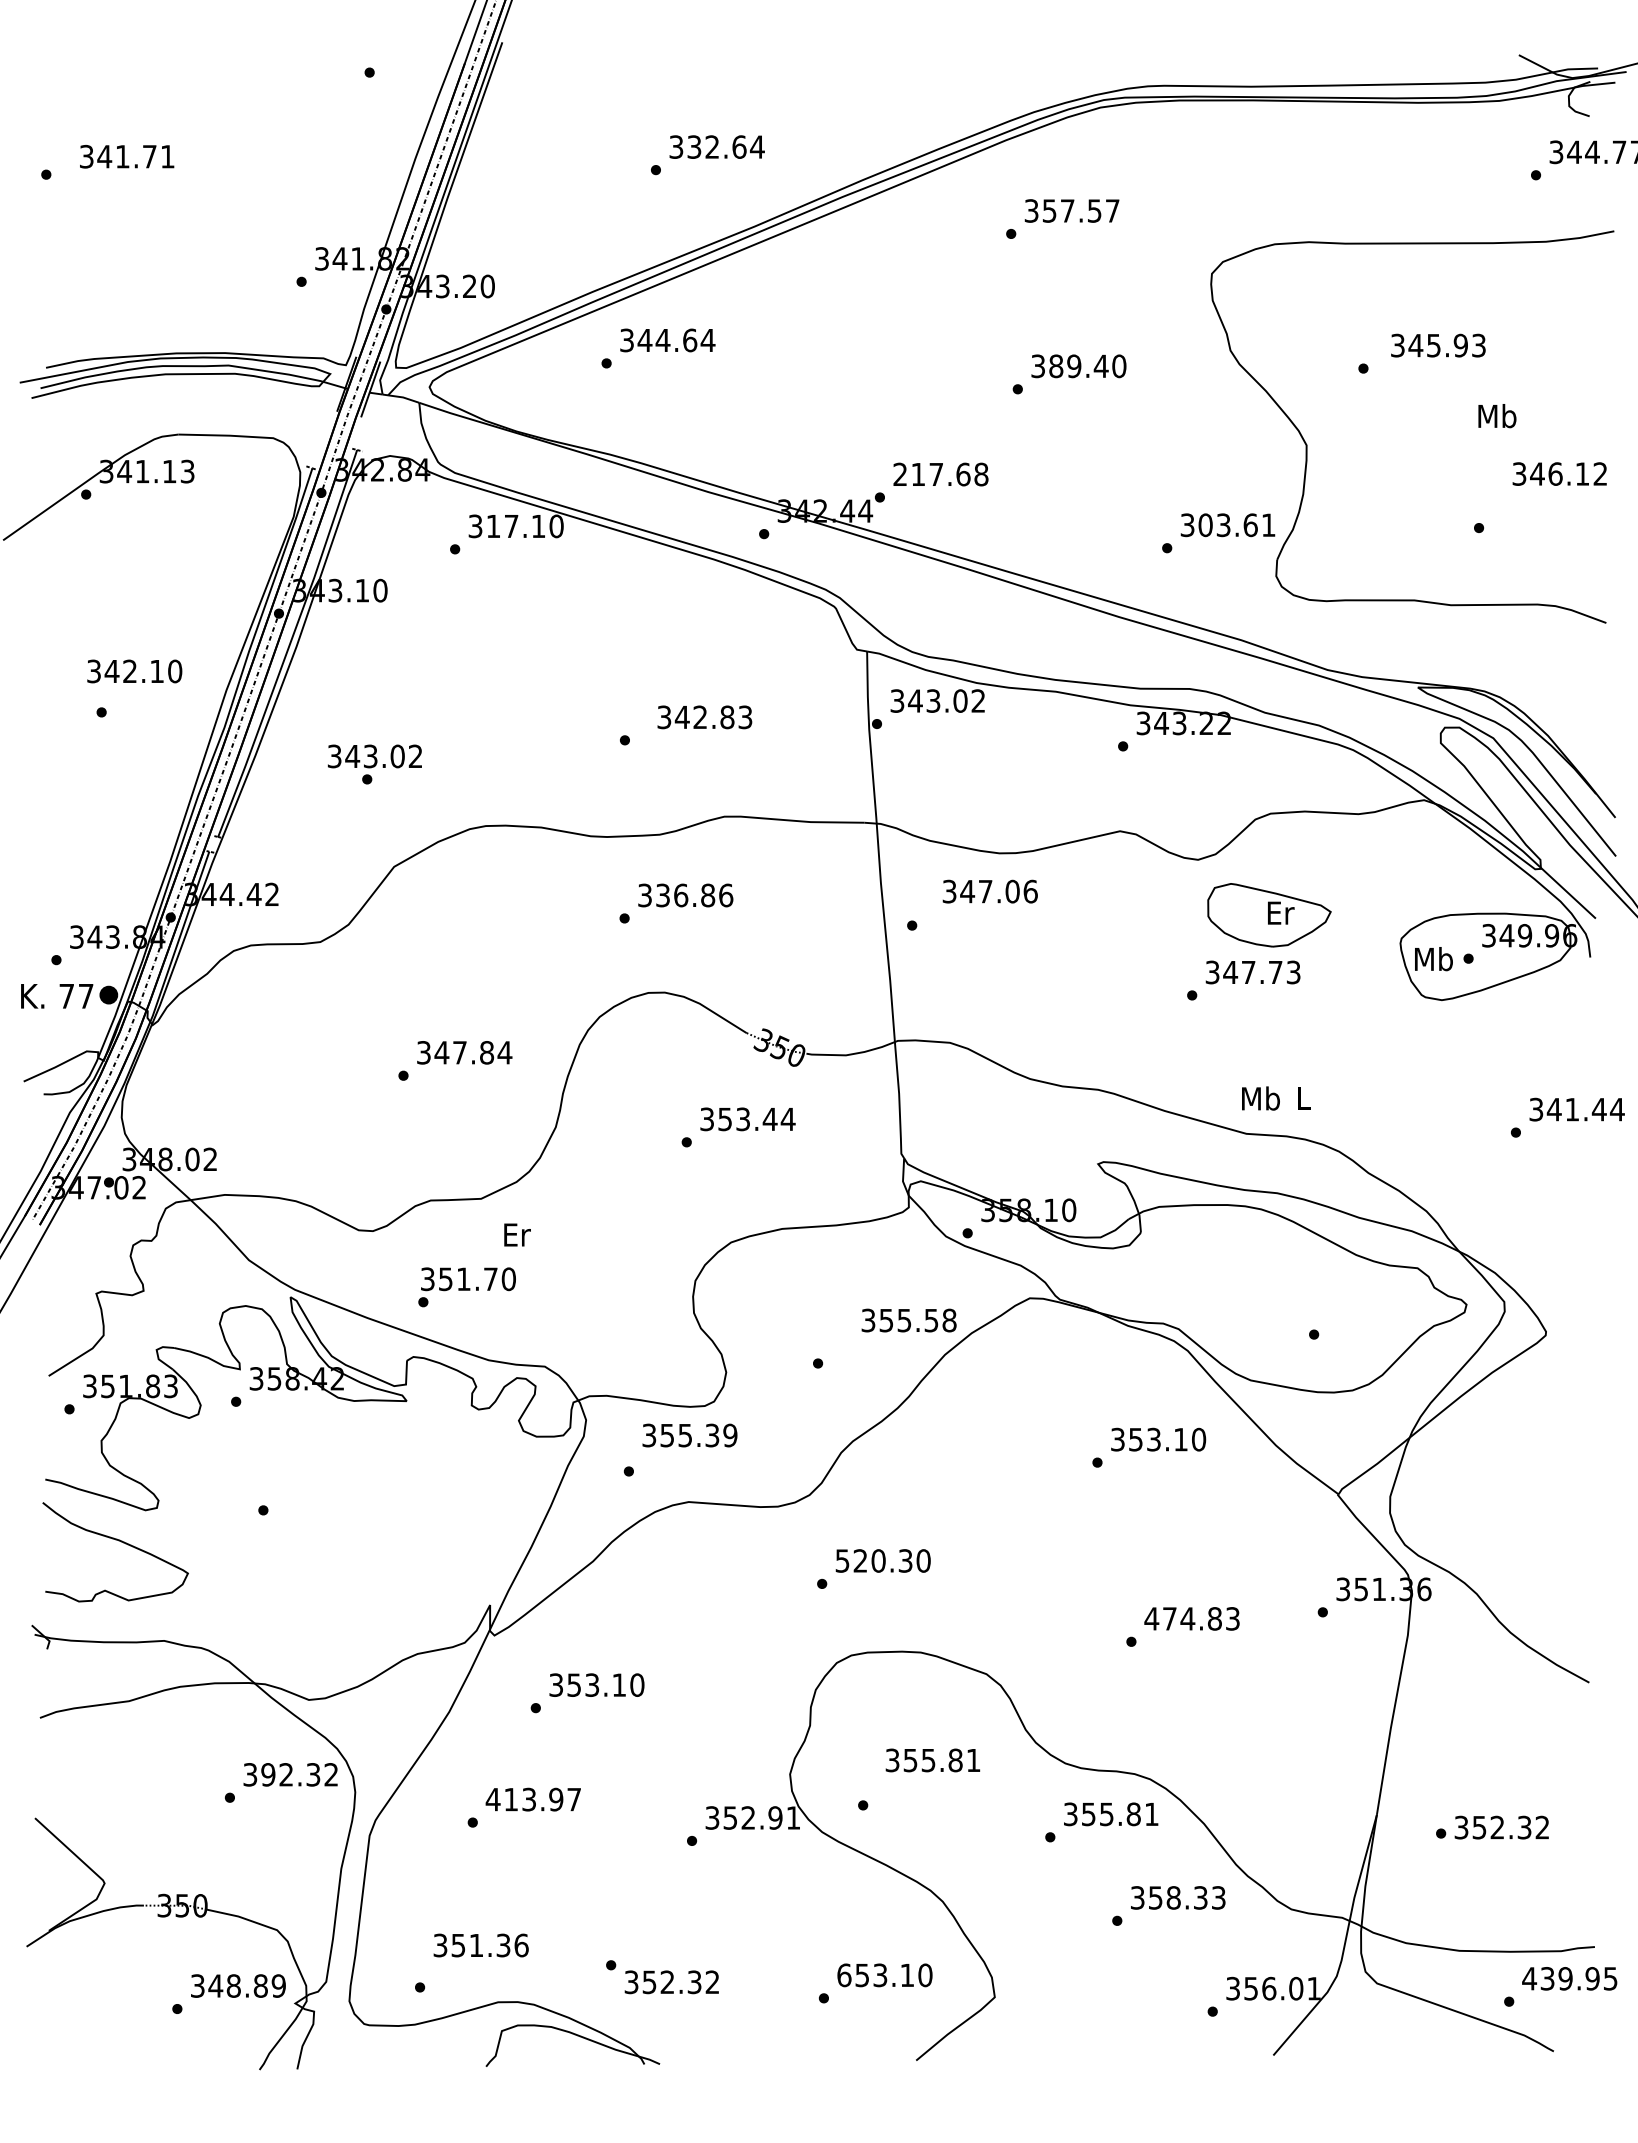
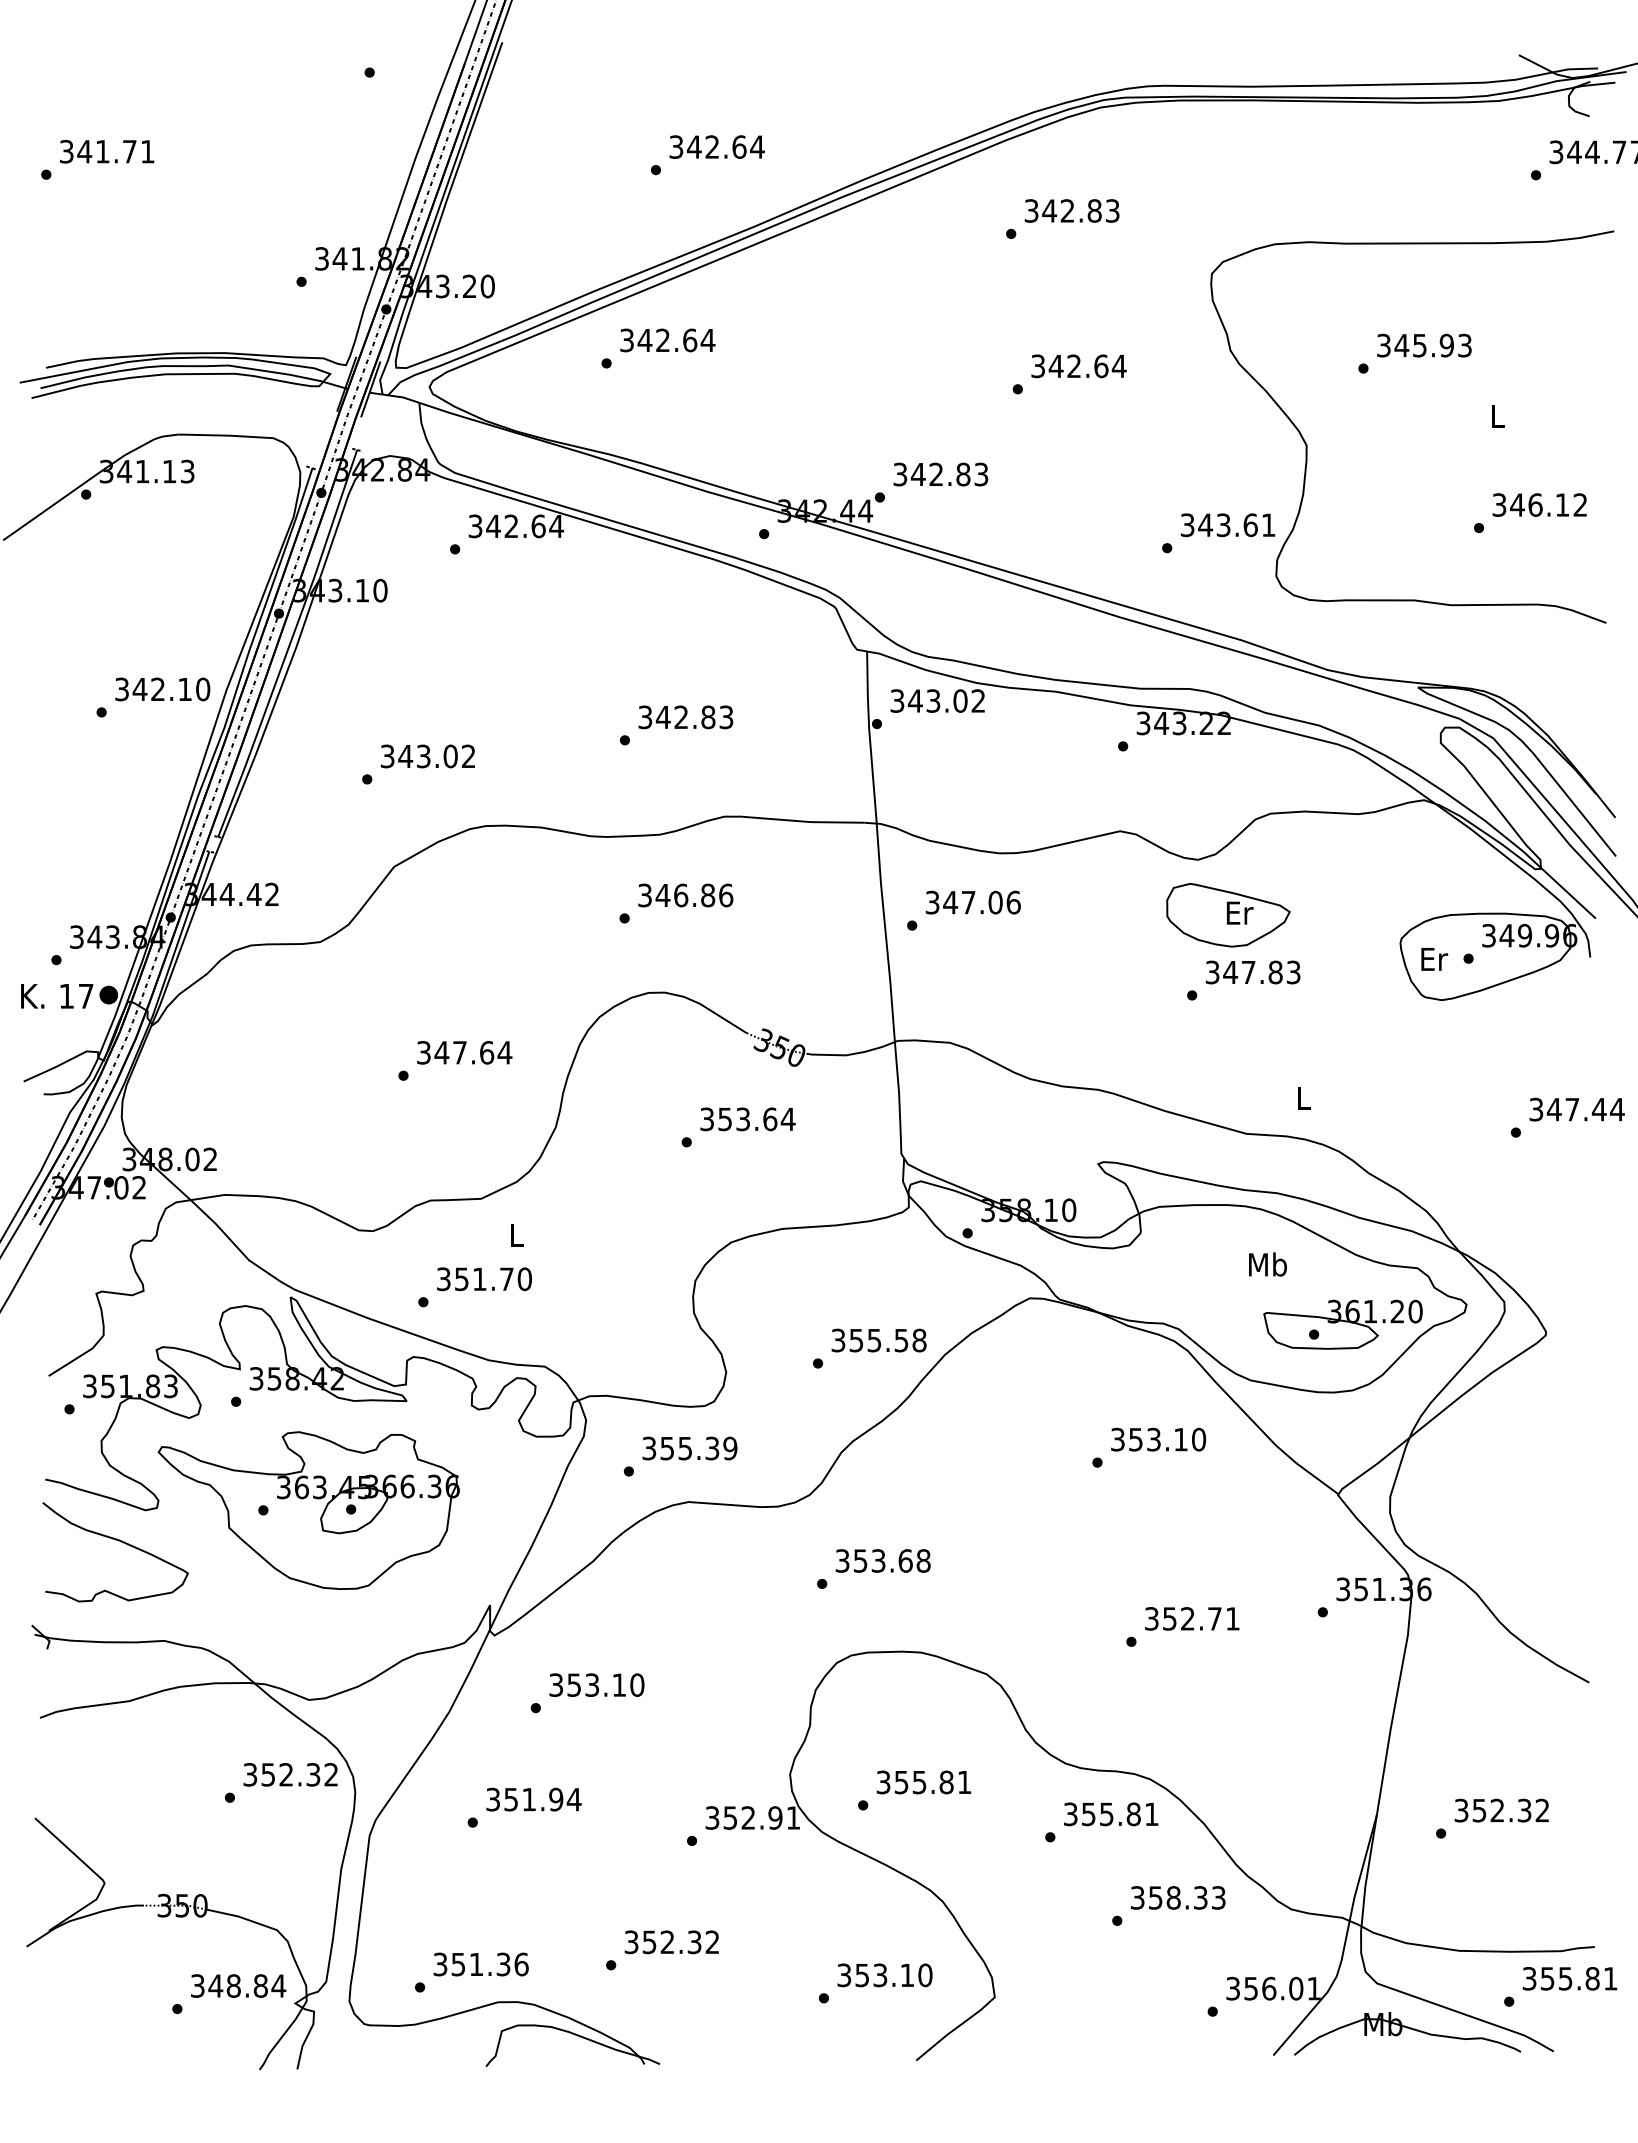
text at (693, 146): 332.64 -> 342.64
text at (127, 156) position: (127, 156) -> (107, 151)
text at (1080, 210): 357.57 -> 342.83
text at (662, 339): 344.64 -> 342.64
text at (1438, 345) position: (1438, 345) -> (1424, 345)
text at (1087, 366): 389.40 -> 342.64
text at (1497, 416): Mb -> L
text at (1559, 473) position: (1559, 473) -> (1539, 504)
text at (940, 474): 217.68 -> 342.83
text at (1205, 525): 303.61 -> 343.61
text at (525, 526): 317.10 -> 342.64
text at (134, 671) position: (134, 671) -> (162, 689)
text at (704, 717) position: (704, 717) -> (685, 717)
text at (374, 756) position: (374, 756) -> (427, 756)
text at (989, 891) position: (989, 891) -> (972, 902)
text at (662, 895): 336.86 -> 346.86
part at (1269, 915) position: (1269, 915) -> (1228, 915)
text at (1433, 959): Mb -> Er
text at (1275, 972): 347.73 -> 347.83
text at (66, 996): 77 -> 17
text at (487, 1052): 347.84 -> 347.64
text at (1260, 1098) position: (1260, 1098) -> (1267, 1264)
text at (1571, 1109): 341.44 -> 347.44
text at (769, 1119): 353.44 -> 353.64
text at (517, 1234): Er -> L
text at (468, 1279) position: (468, 1279) -> (484, 1279)
text at (908, 1320) position: (908, 1320) -> (878, 1340)
part at (1342, 1324): none -> present
text at (689, 1435) position: (689, 1435) -> (689, 1448)
part at (308, 1510): none -> present
text at (883, 1560): 520.30 -> 353.68
text at (1191, 1618): 474.83 -> 352.71
text at (932, 1760) position: (932, 1760) -> (923, 1782)
text at (268, 1774): 392.32 -> 352.32
text at (533, 1799): 413.97 -> 351.94
text at (1501, 1827) position: (1501, 1827) -> (1501, 1810)
text at (480, 1945) position: (480, 1945) -> (480, 1964)
text at (844, 1975): 653.10 -> 353.10
text at (1569, 1978): 439.95 -> 355.81
text at (671, 1982) position: (671, 1982) -> (671, 1942)
text at (278, 1985): 348.89 -> 348.84
part at (1407, 2033): none -> present
